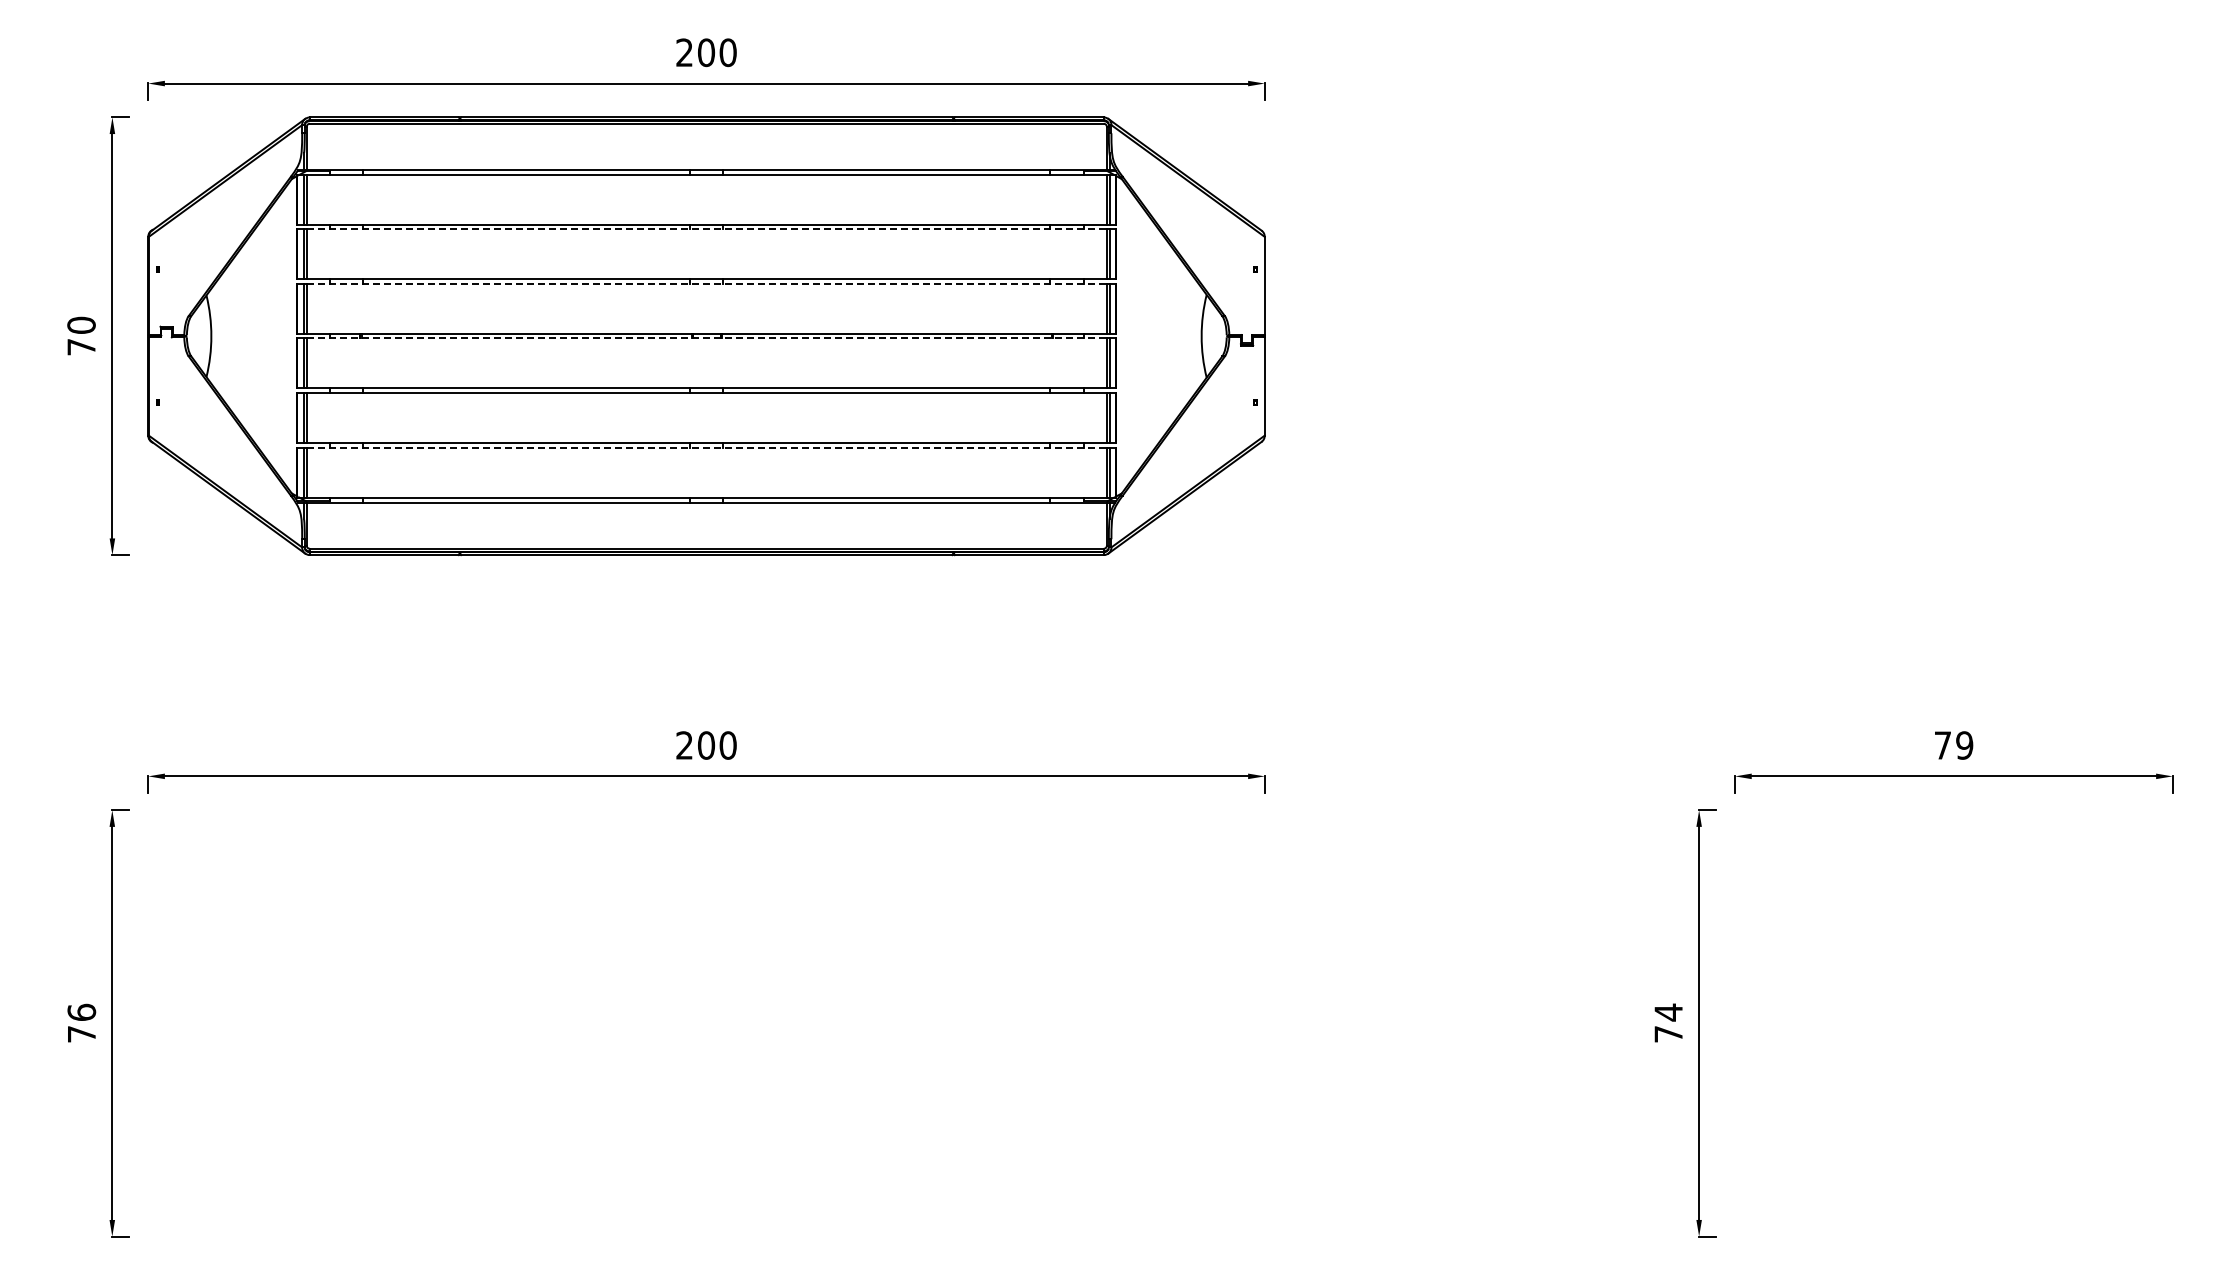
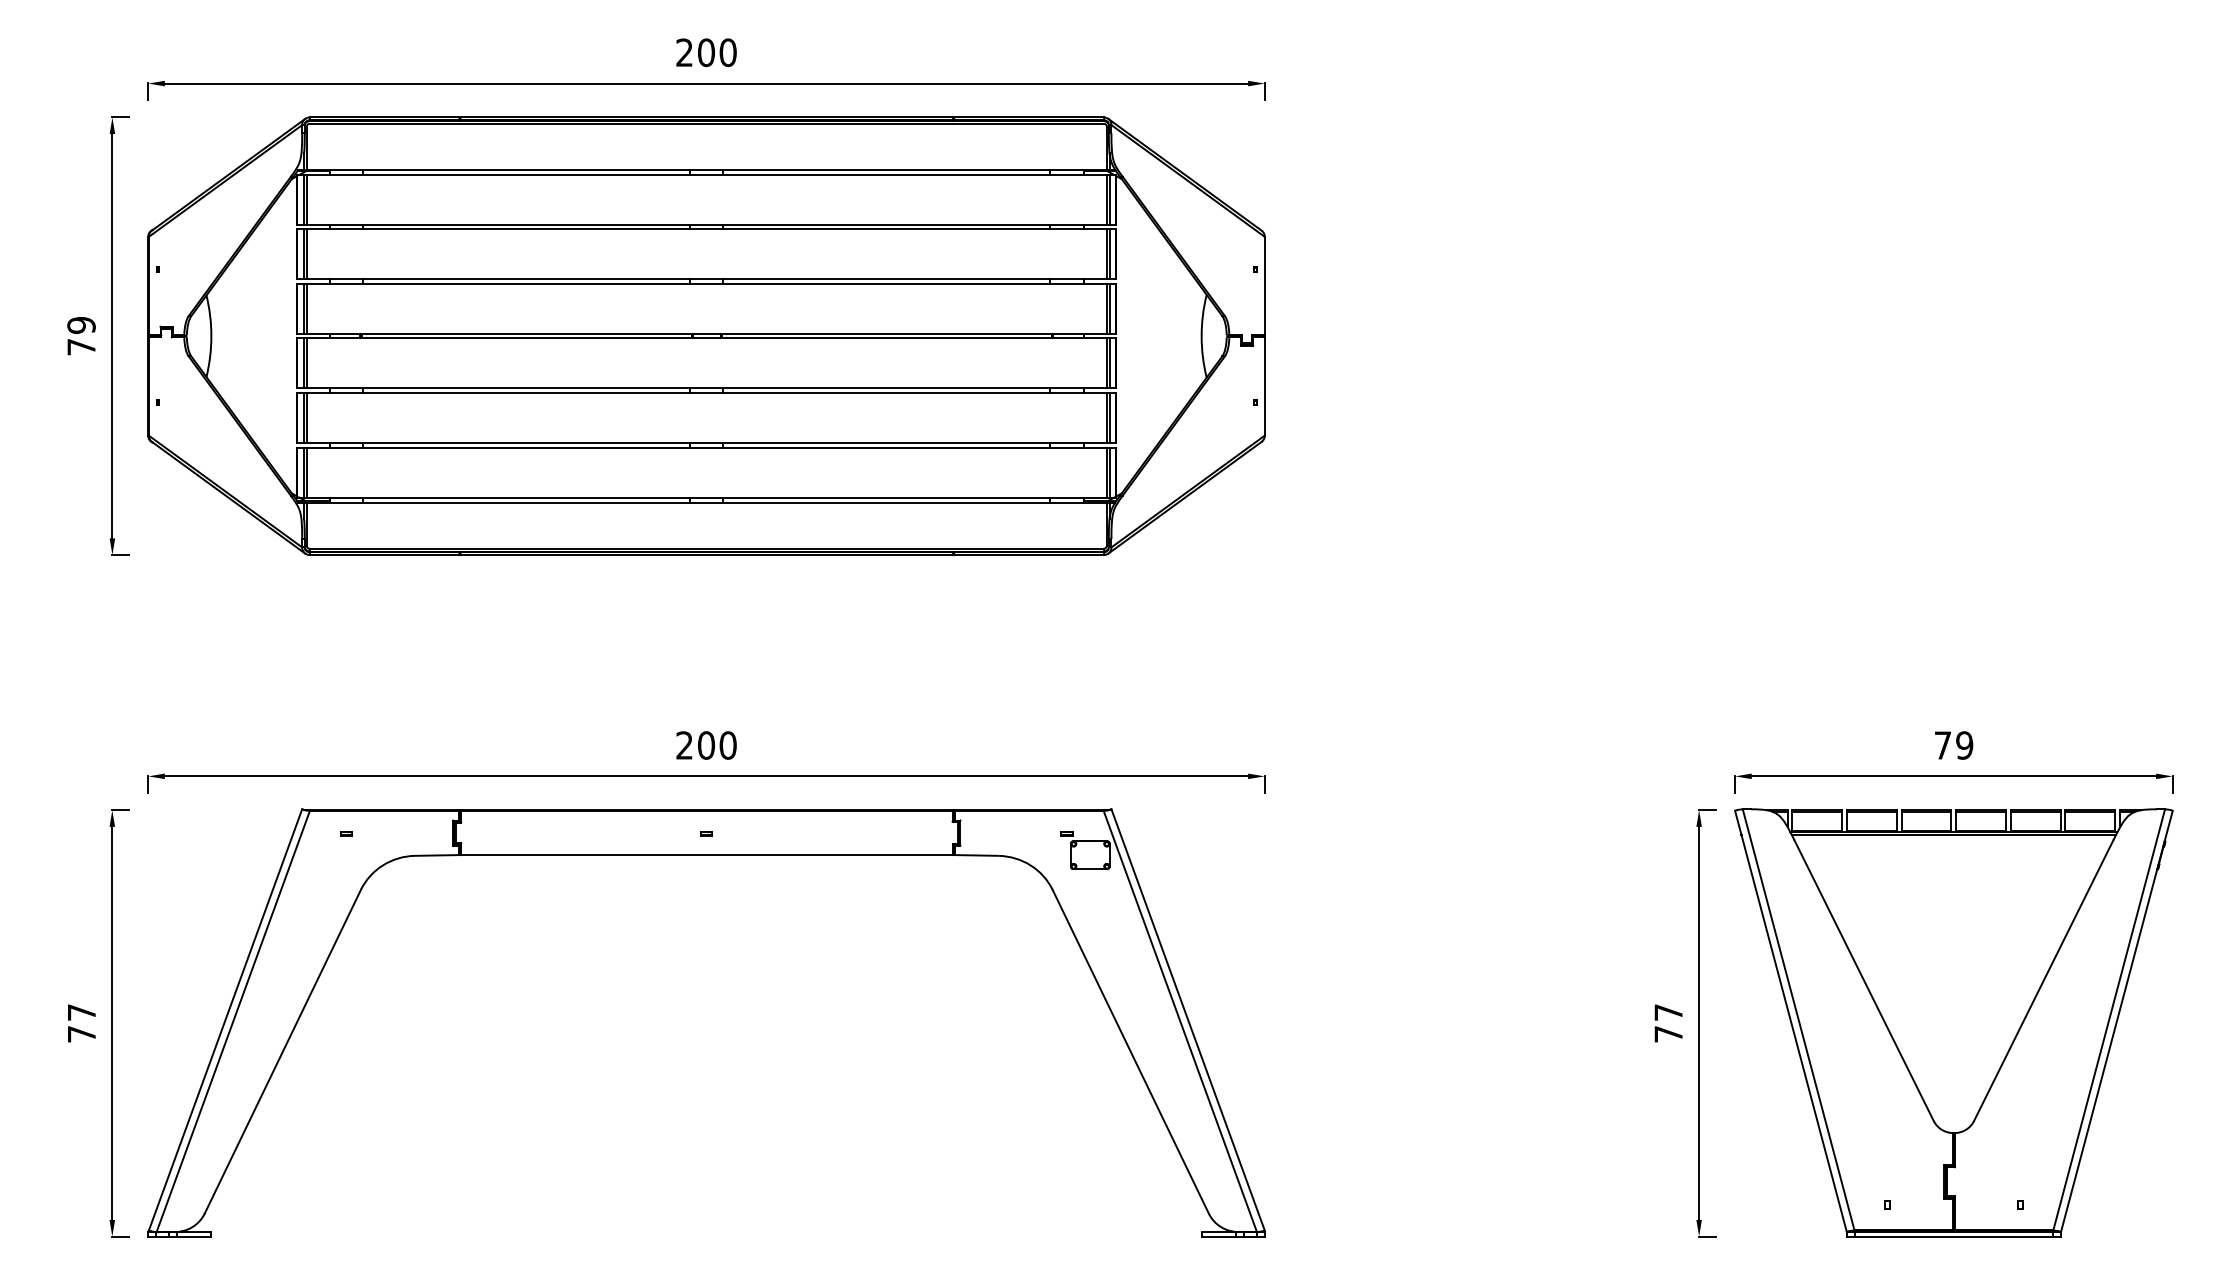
line at (707, 229): dashed -> solid
line at (707, 283): dashed -> solid
text at (81, 325): 70 -> 79
line at (707, 338): dashed -> solid
line at (707, 447): dashed -> solid
part at (706, 855): none -> present
text at (81, 1011): 76 -> 77
text at (1668, 1012): 74 -> 77
part at (1953, 1022): none -> present
